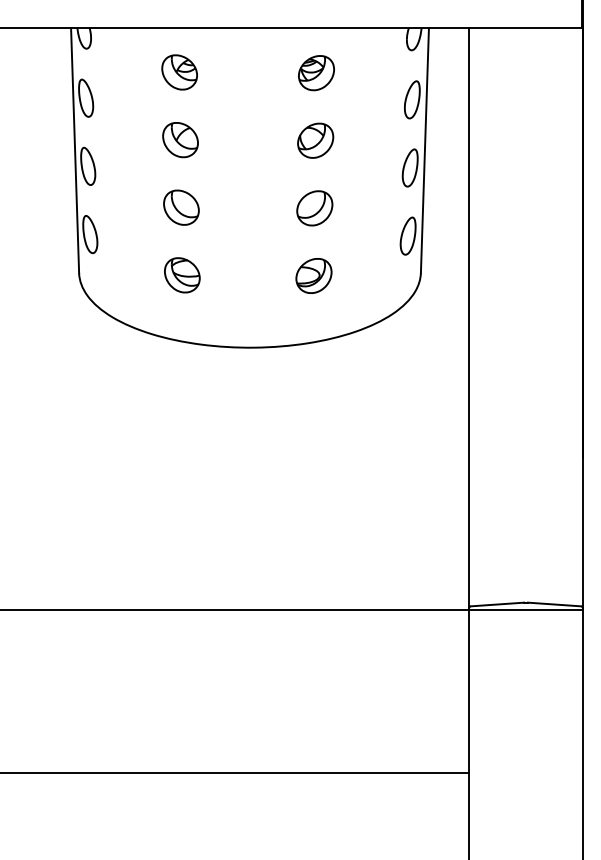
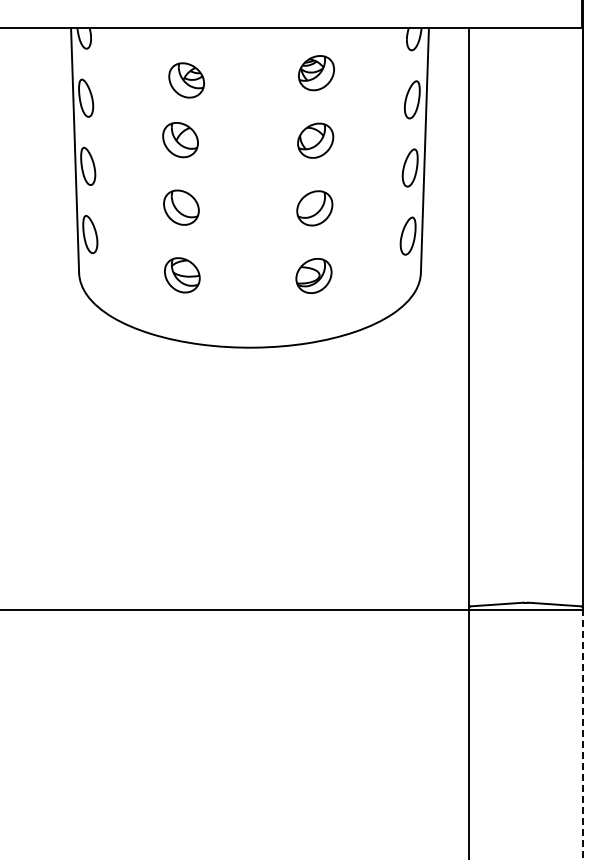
part at (179, 72) position: (179, 72) -> (186, 80)
line at (582, 734): solid -> dashed
line at (235, 773): present -> none
